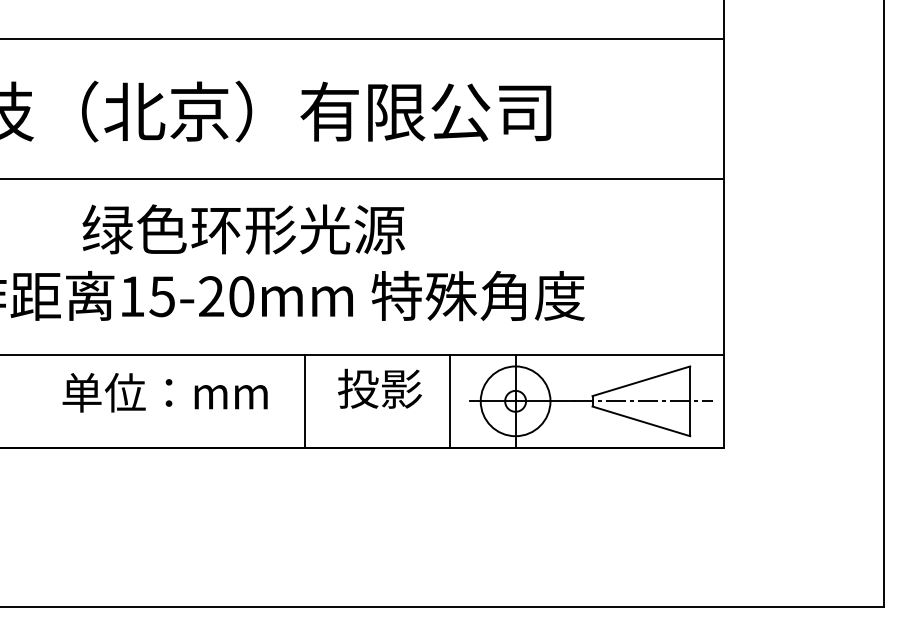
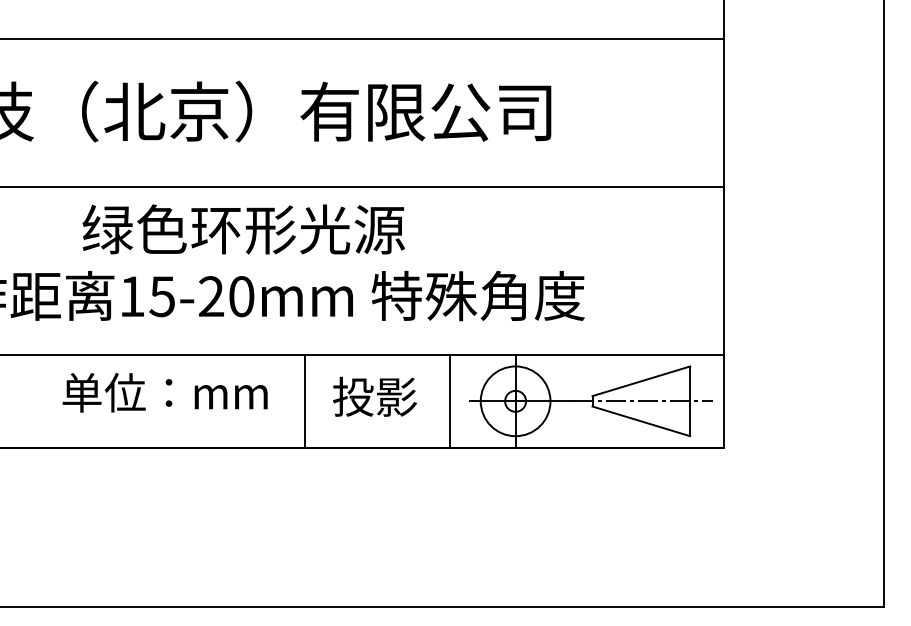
line at (363, 179) position: (363, 179) -> (363, 187)
text at (379, 388) position: (379, 388) -> (374, 396)
